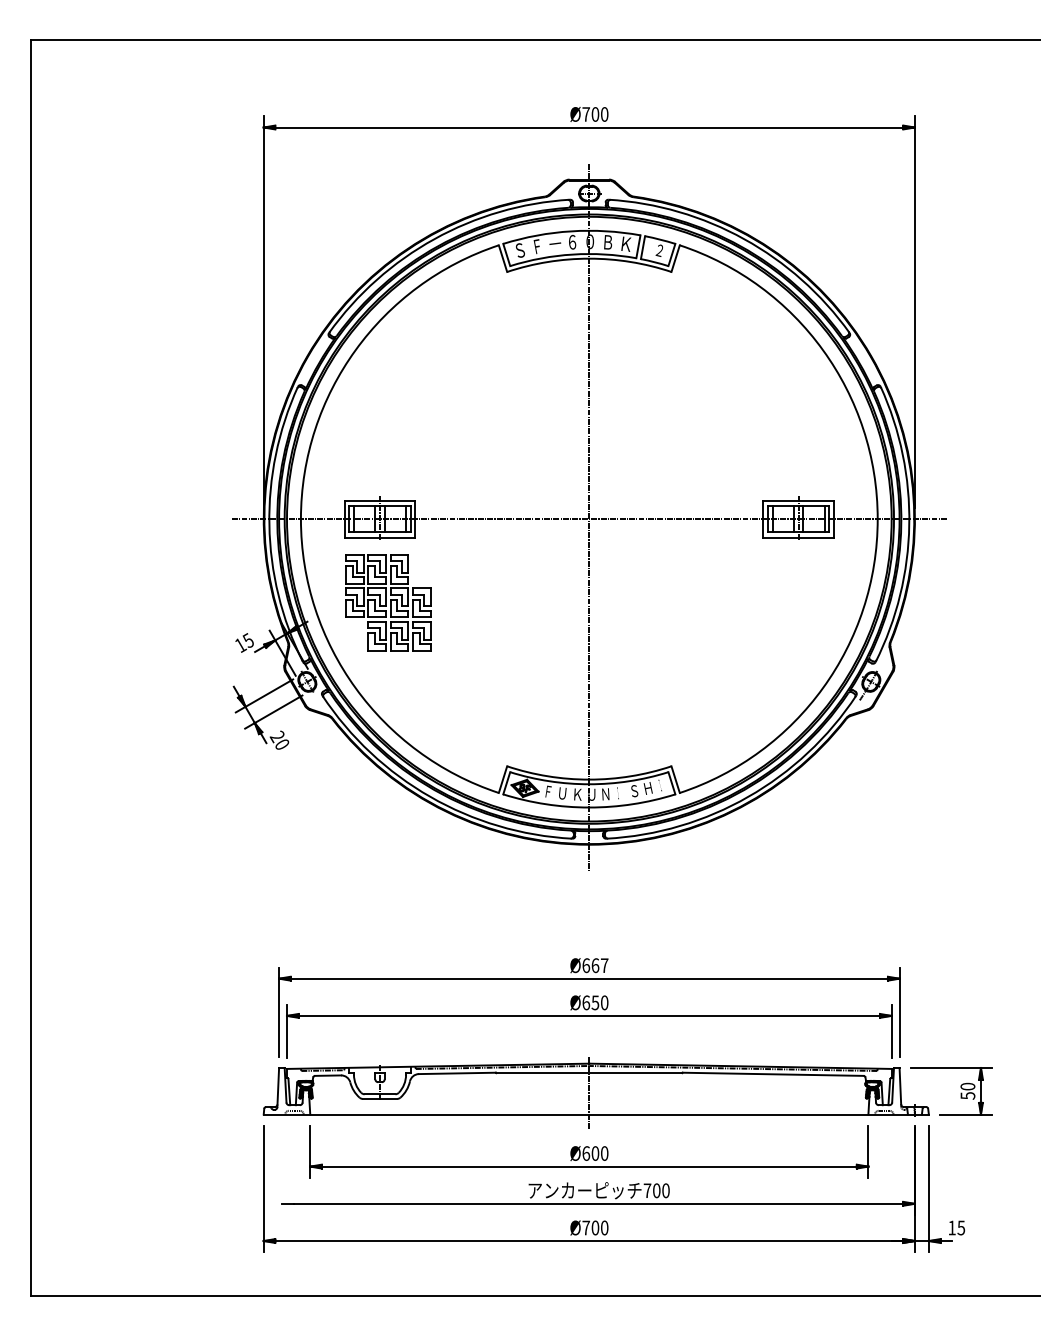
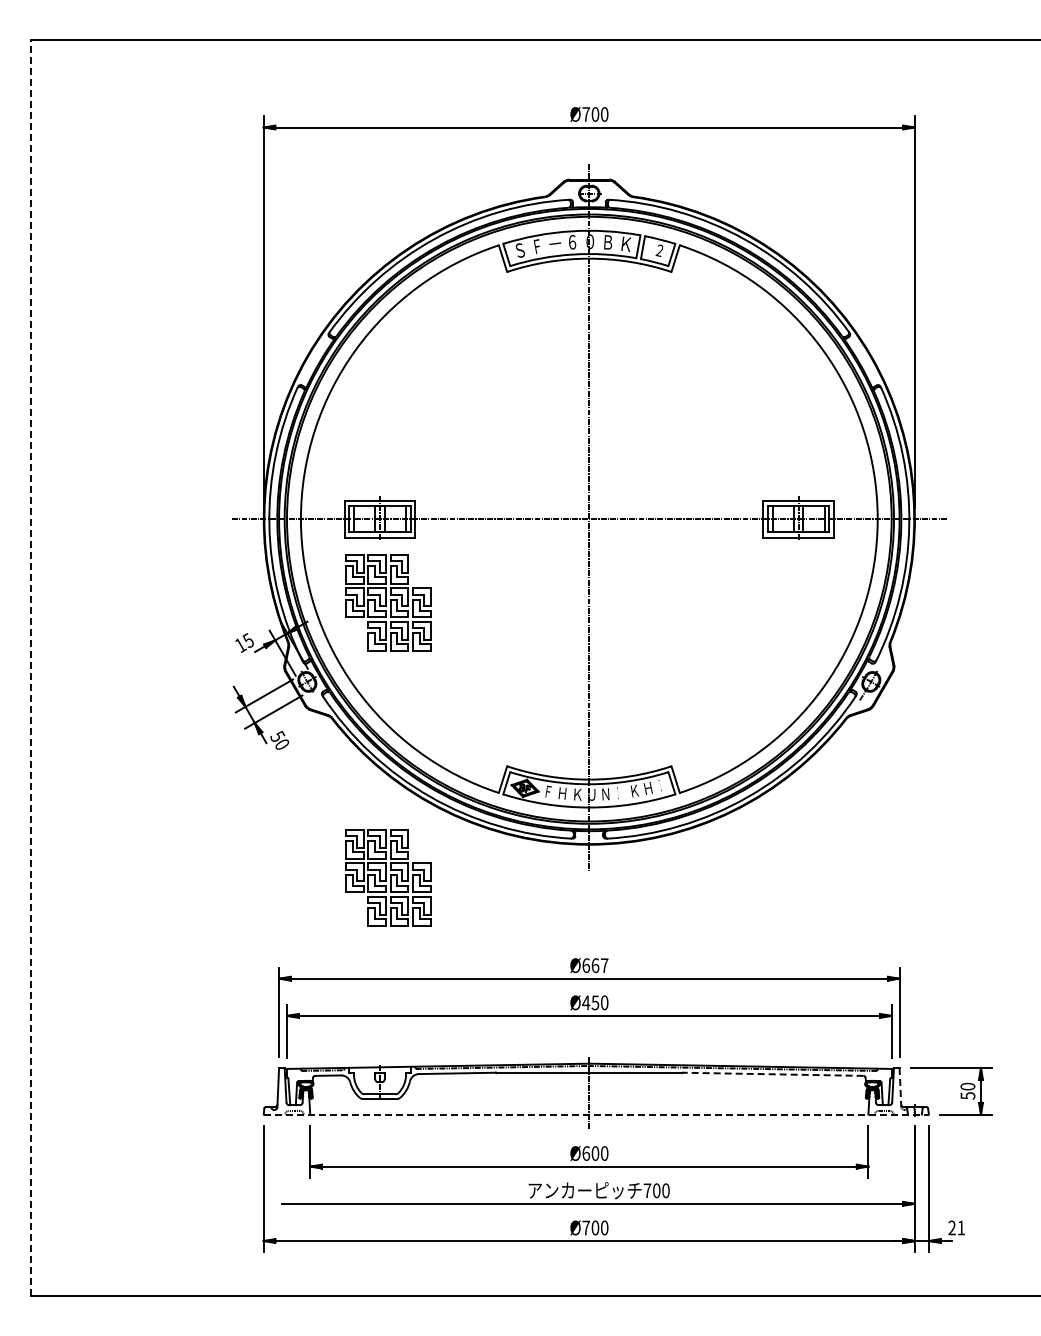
line at (31, 668): solid -> dashed
text at (277, 736): 20 -> 50
text at (634, 790): Ｓ -> Ｋ
text at (561, 795): Ｕ -> Ｈ
part at (388, 877): none -> present
text at (586, 1002): Ø650 -> Ø450
line at (772, 1074): solid -> dashed
line at (900, 1086): solid -> dashed
line at (596, 1114): solid -> dashed
text at (956, 1227): 15 -> 21
